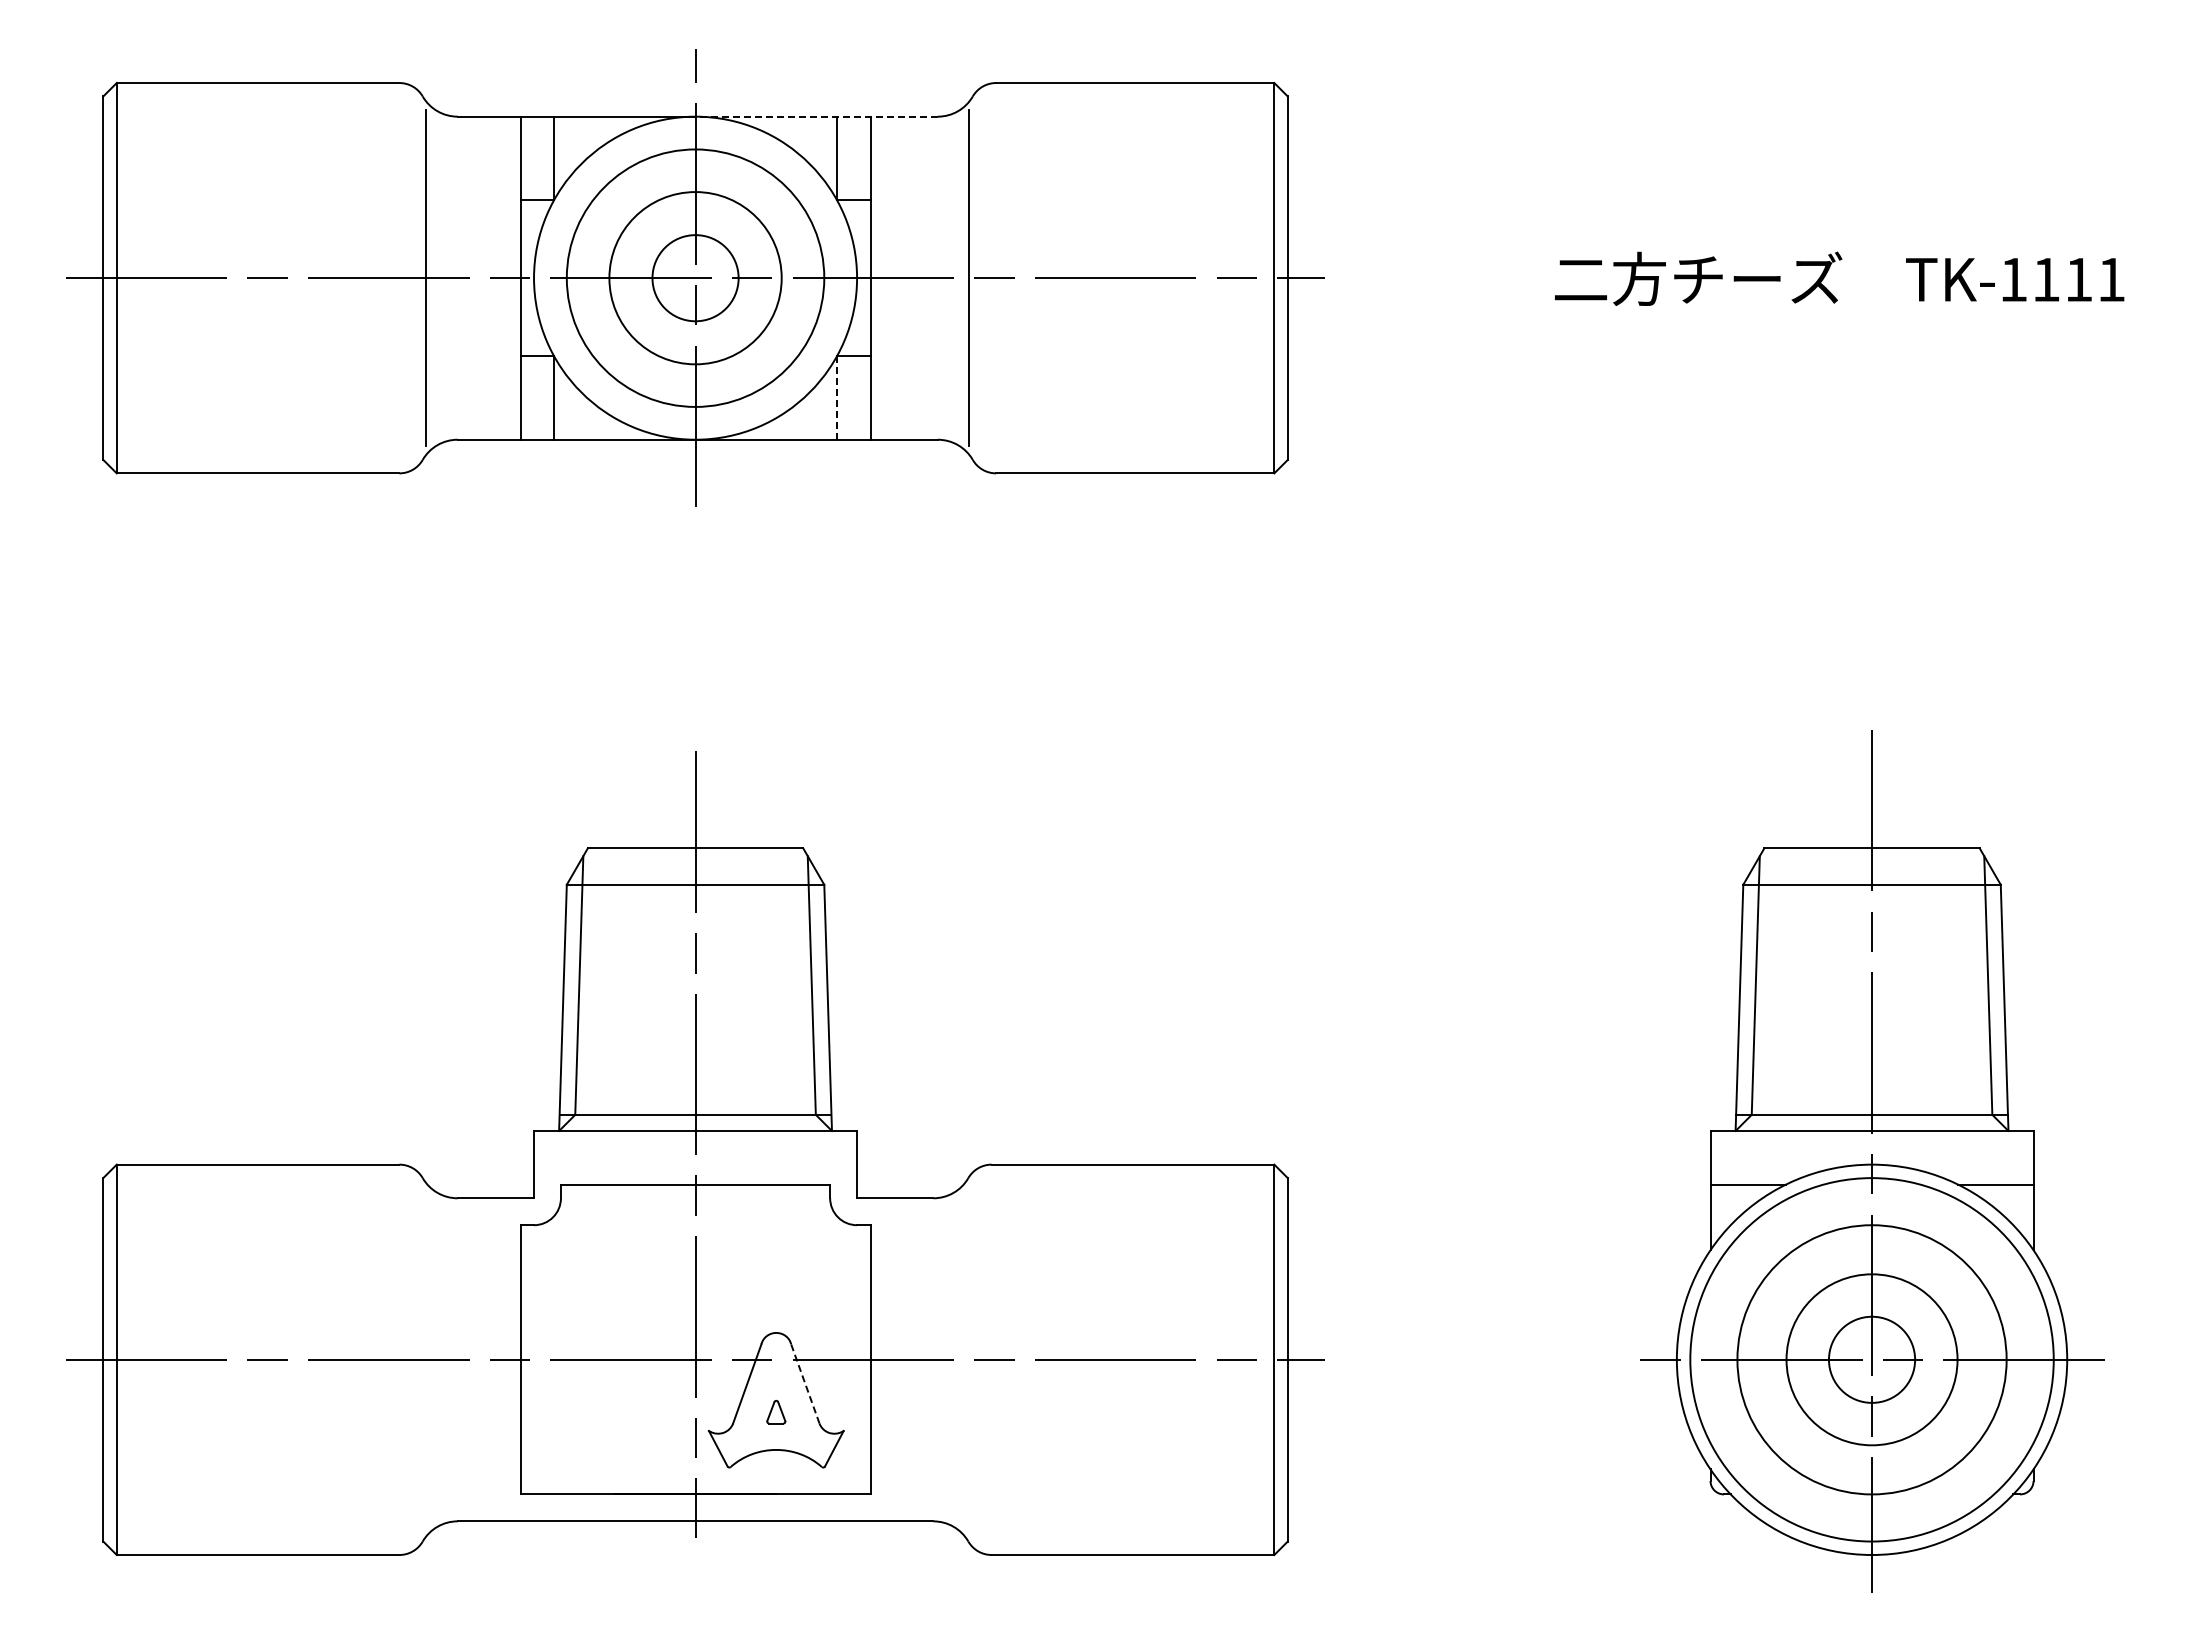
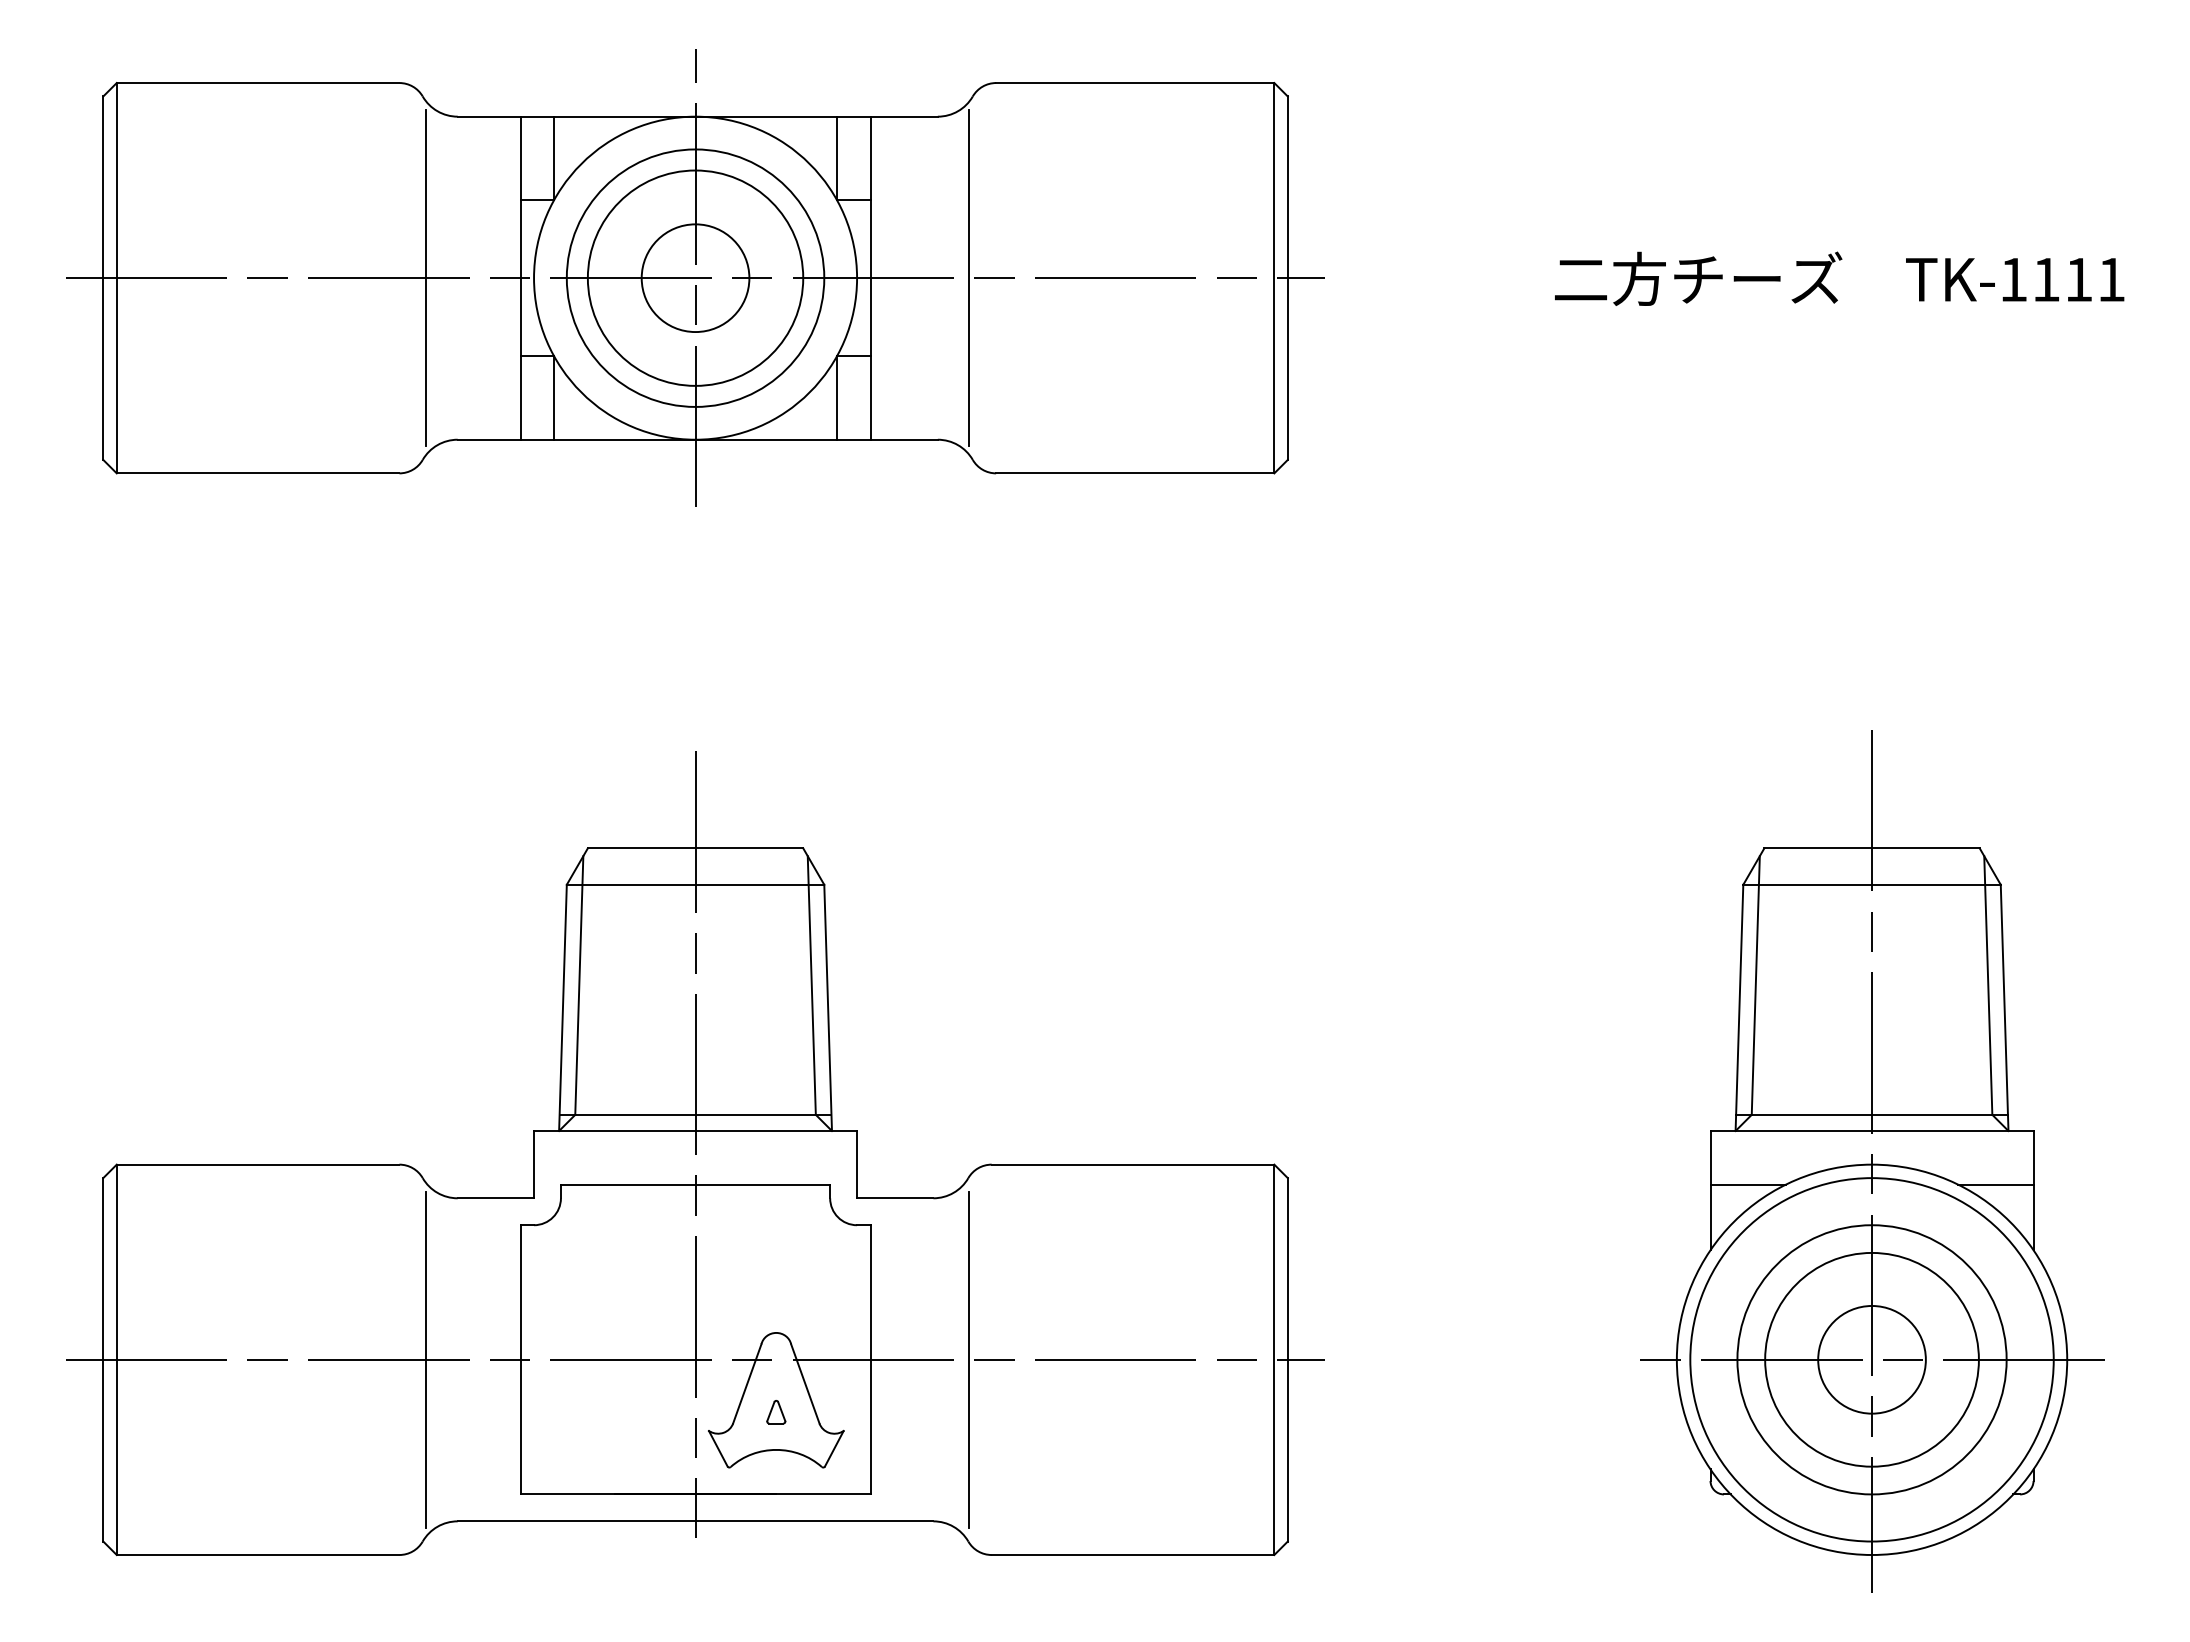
line at (816, 116): dashed -> solid
circle at (695, 278) diameter: 172 px -> 215 px
circle at (695, 278) diameter: 86 px -> 108 px
line at (836, 398): dashed -> solid
line at (426, 1359): none -> present
line at (969, 1359): none -> present
circle at (1871, 1359) diameter: 171 px -> 214 px
circle at (1871, 1359) diameter: 86 px -> 108 px
line at (805, 1383): dashed -> solid
